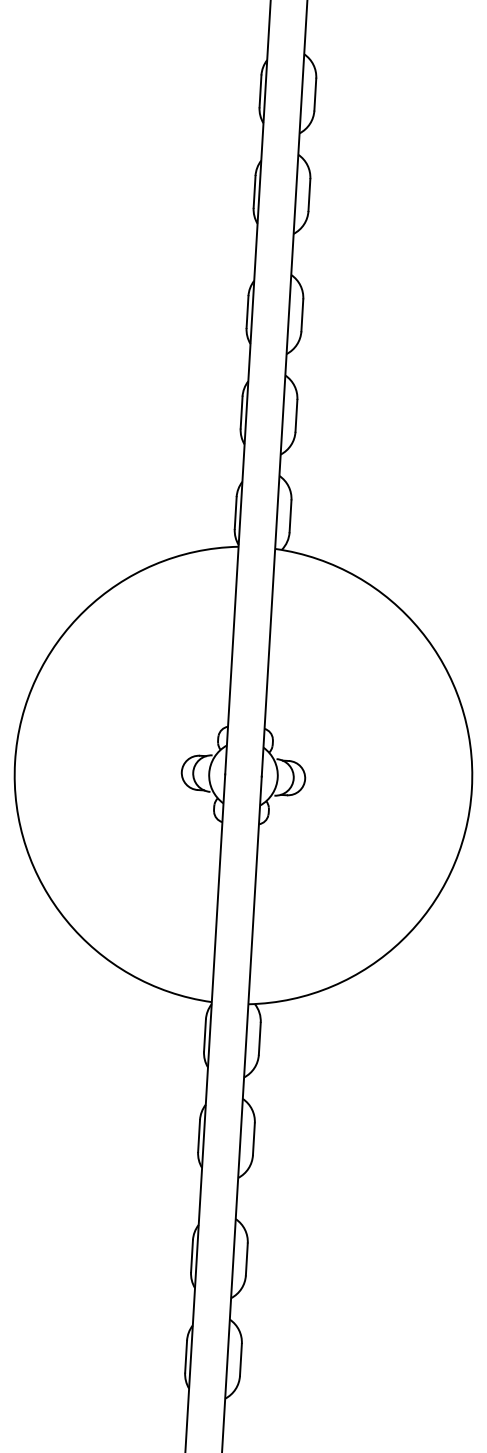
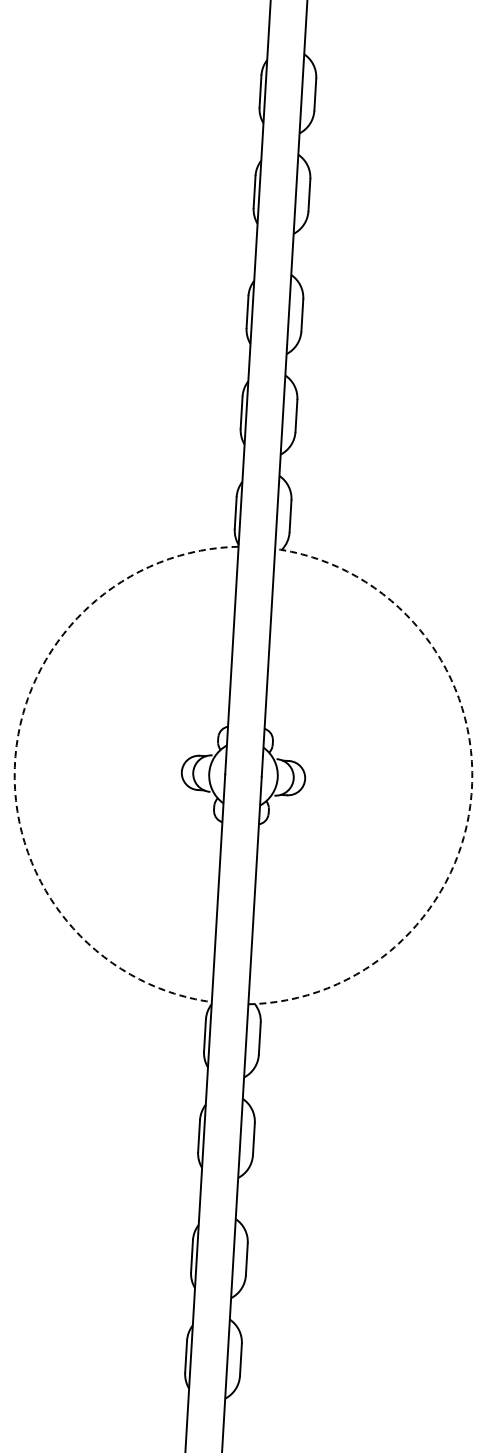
arc at (15, 762): solid -> dashed
arc at (471, 788): solid -> dashed
